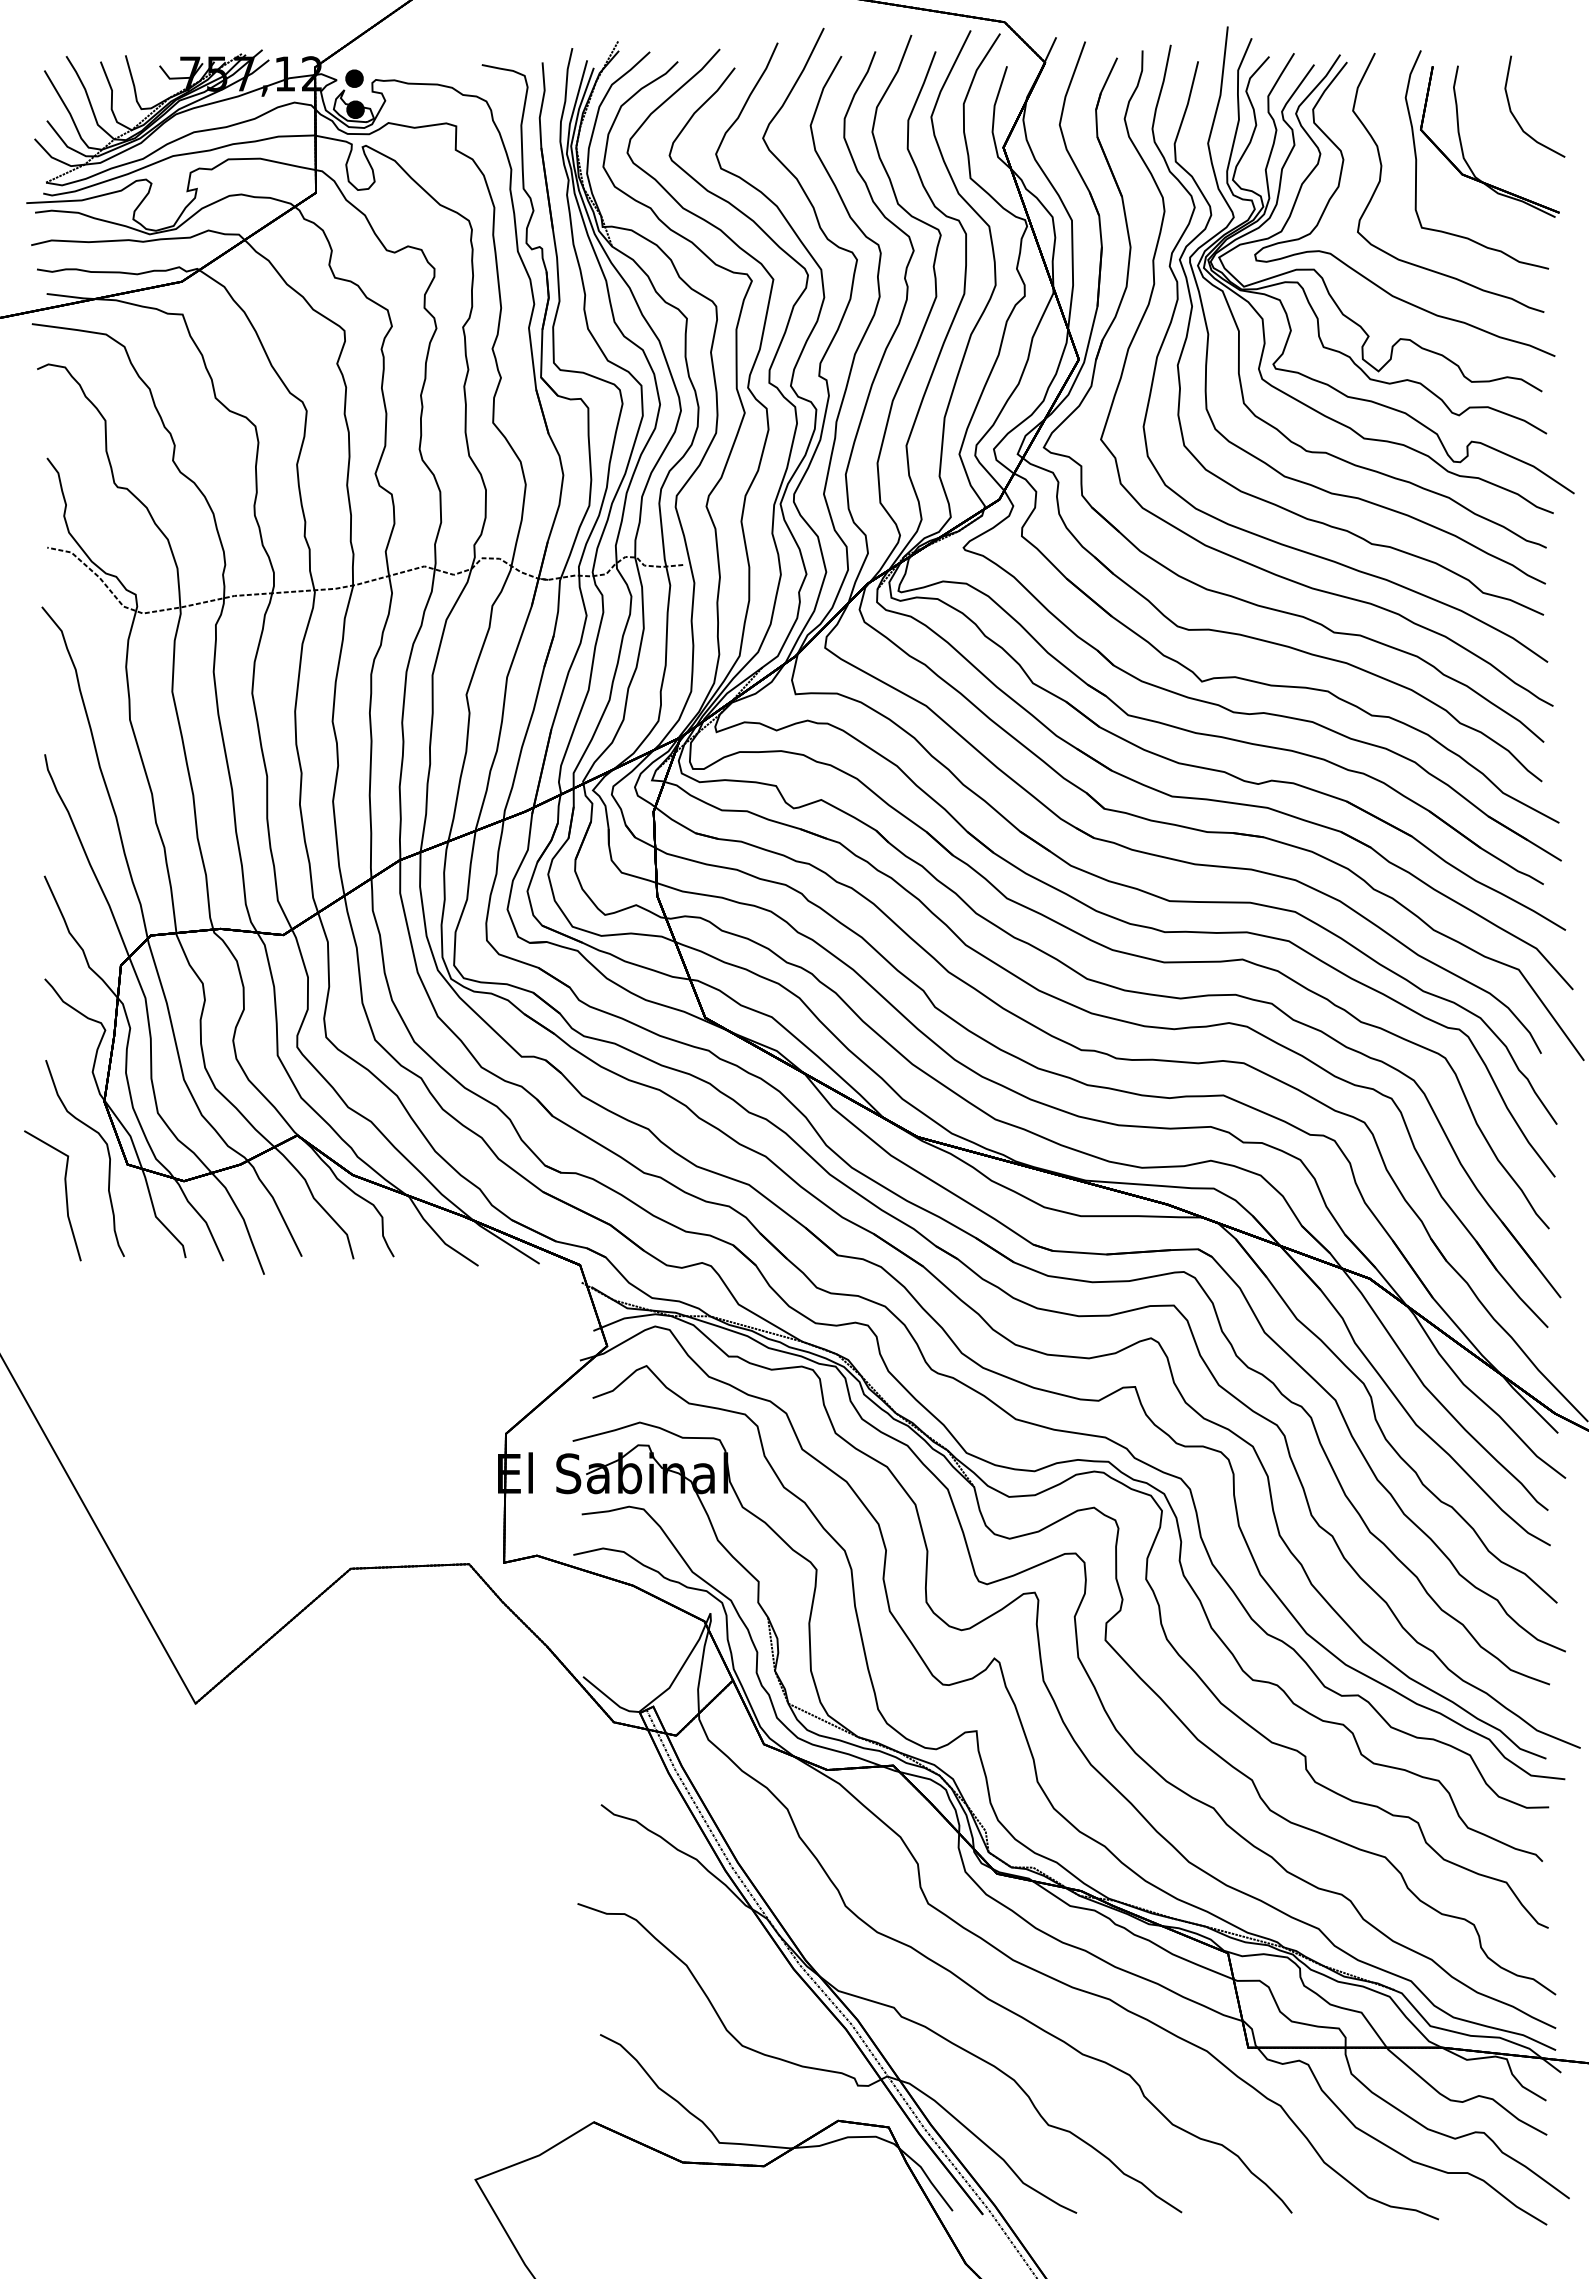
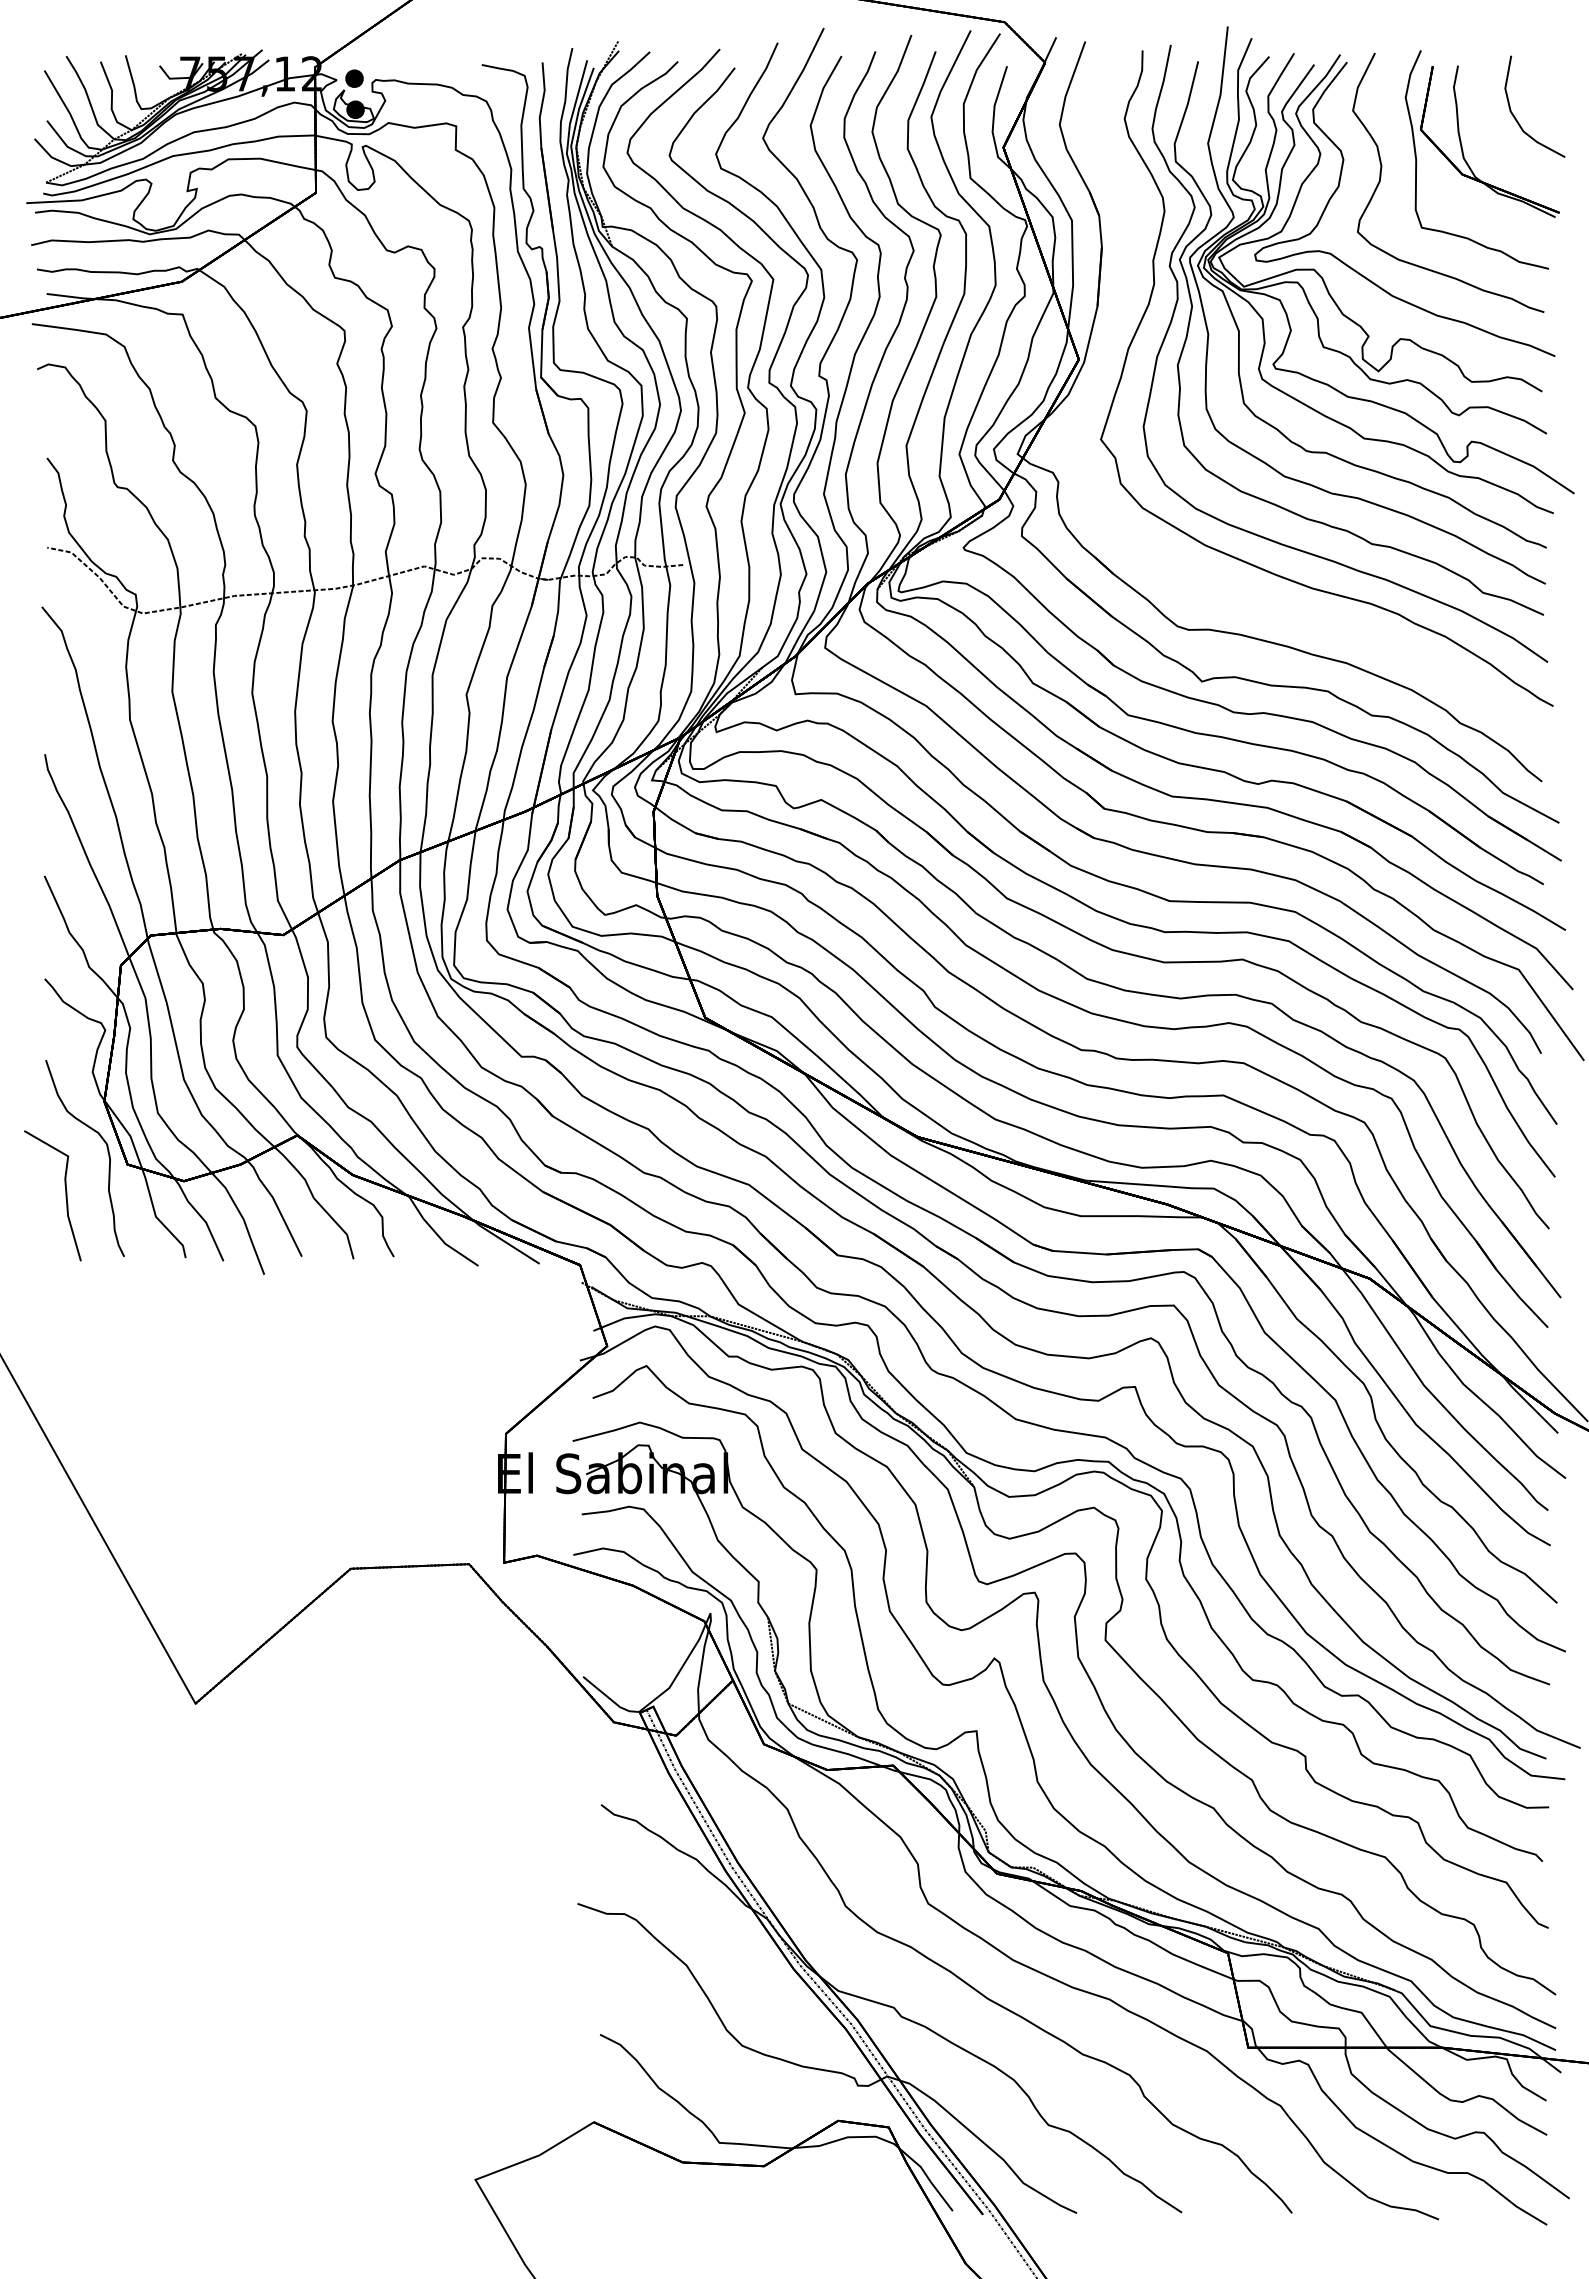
part at (1116, 317): present -> none
